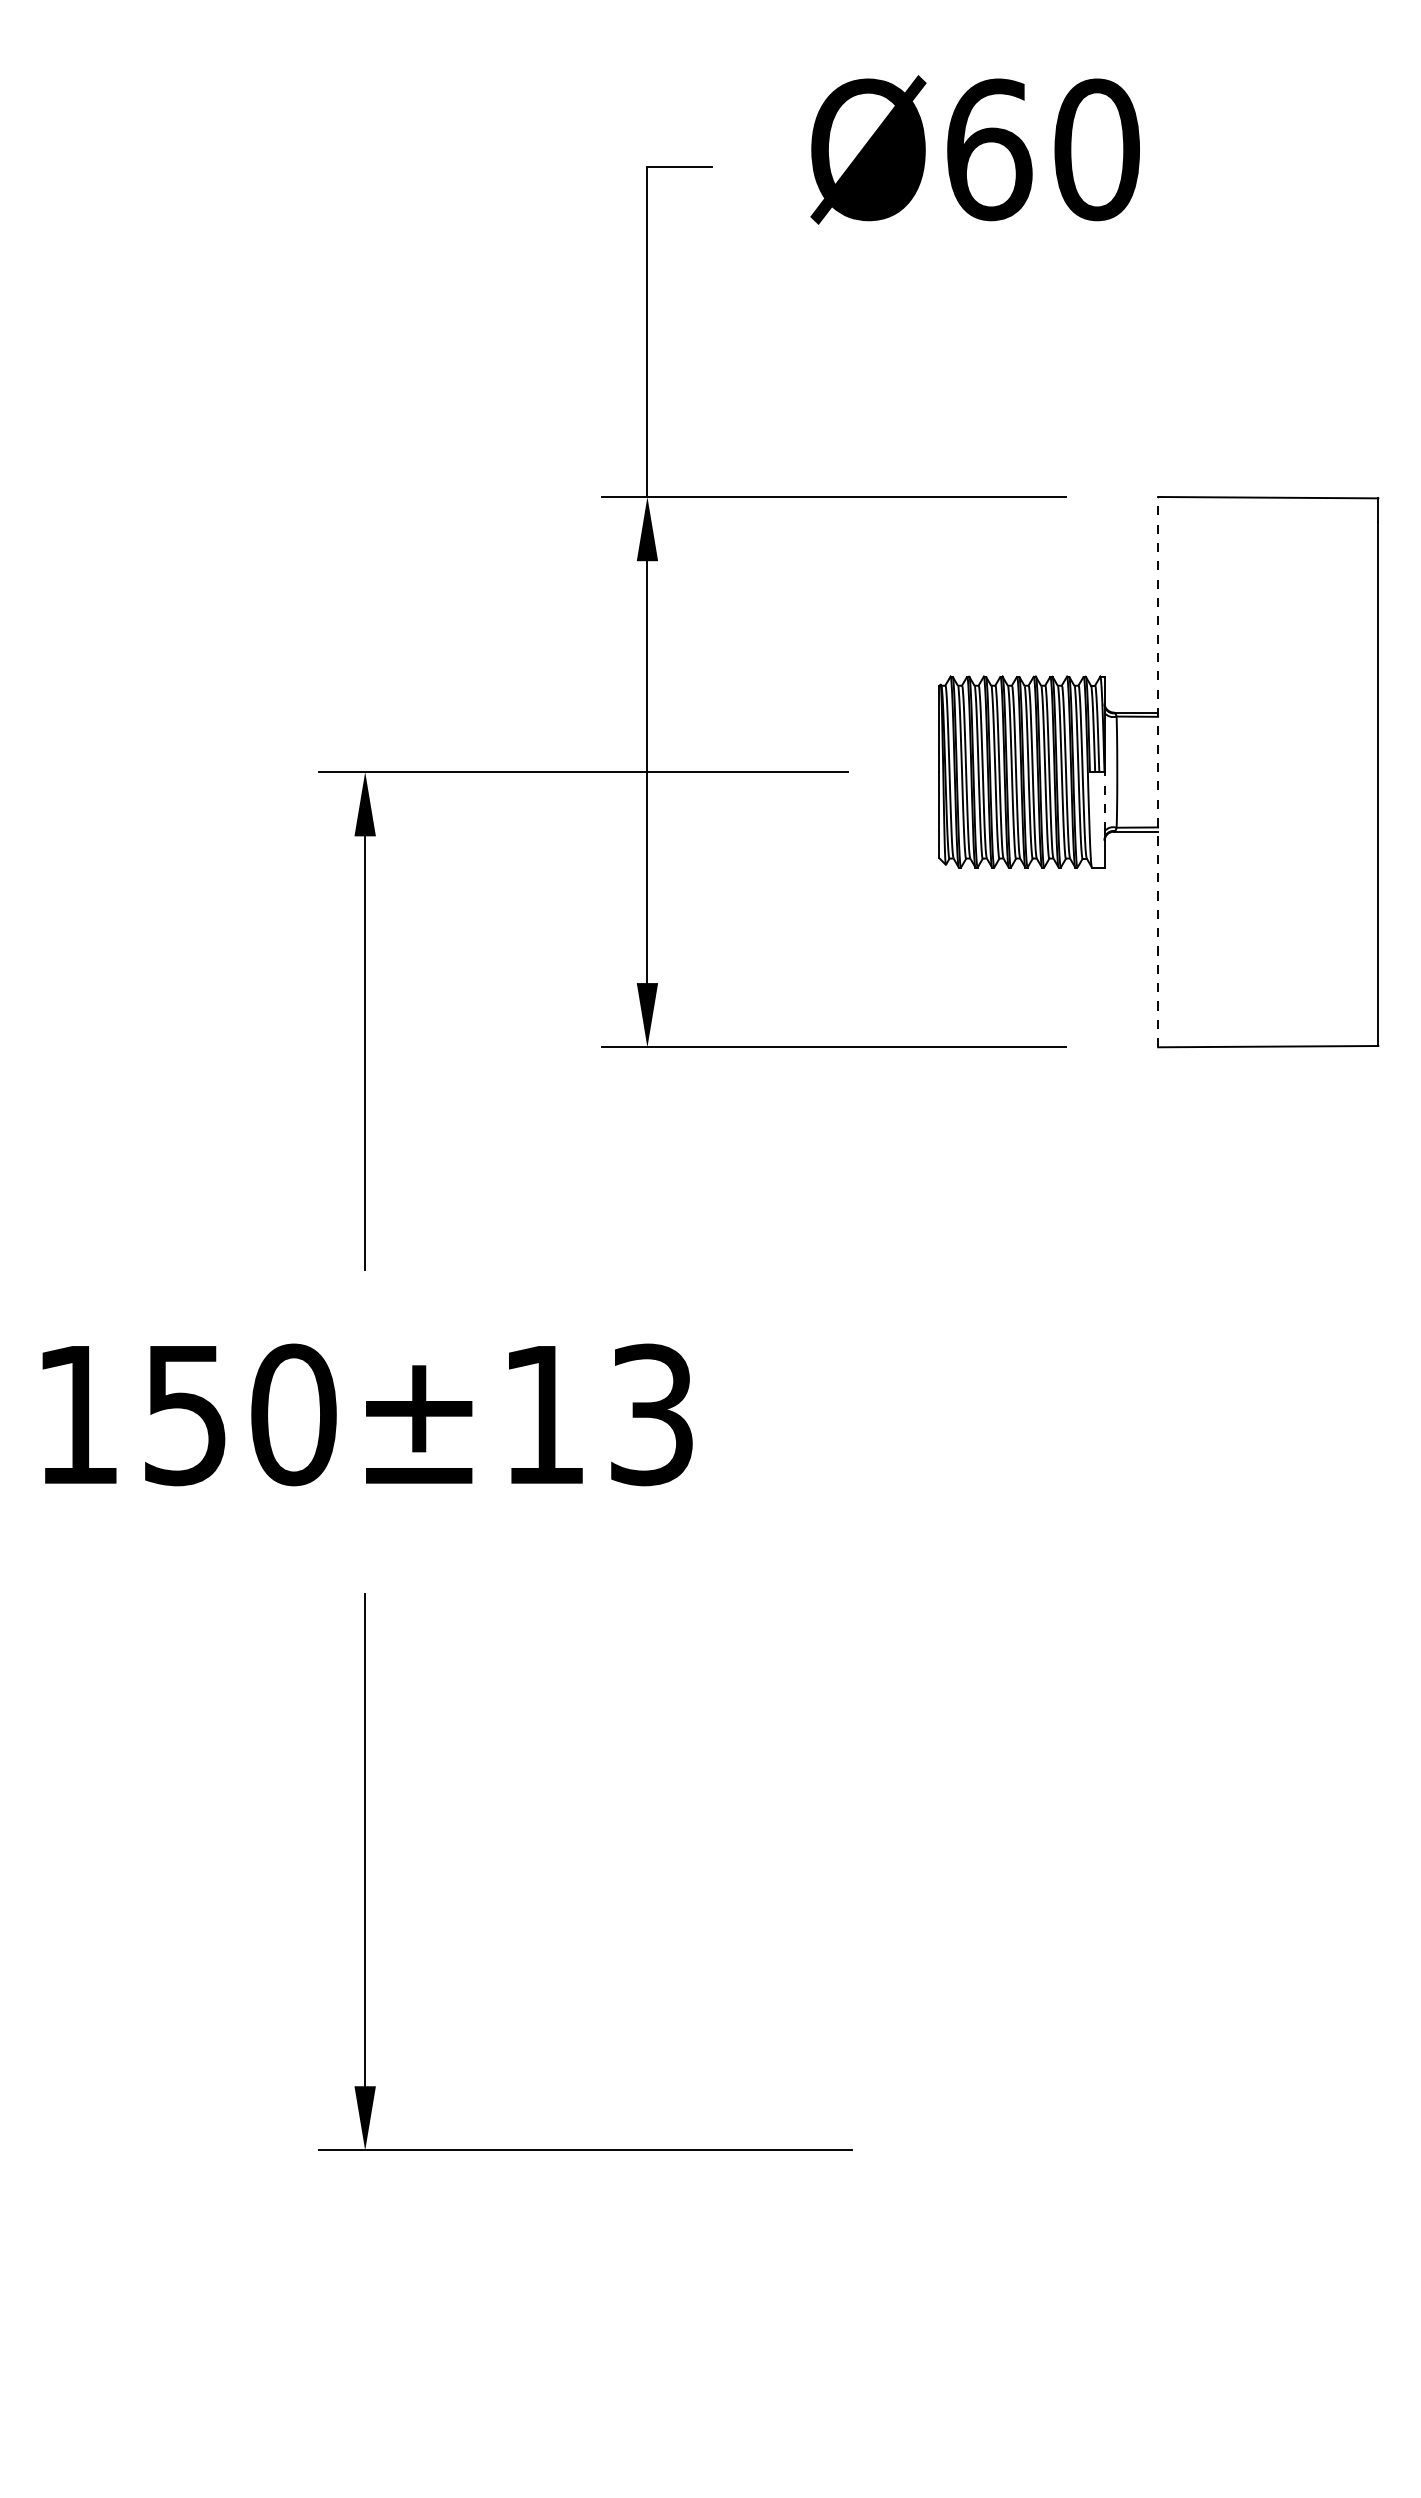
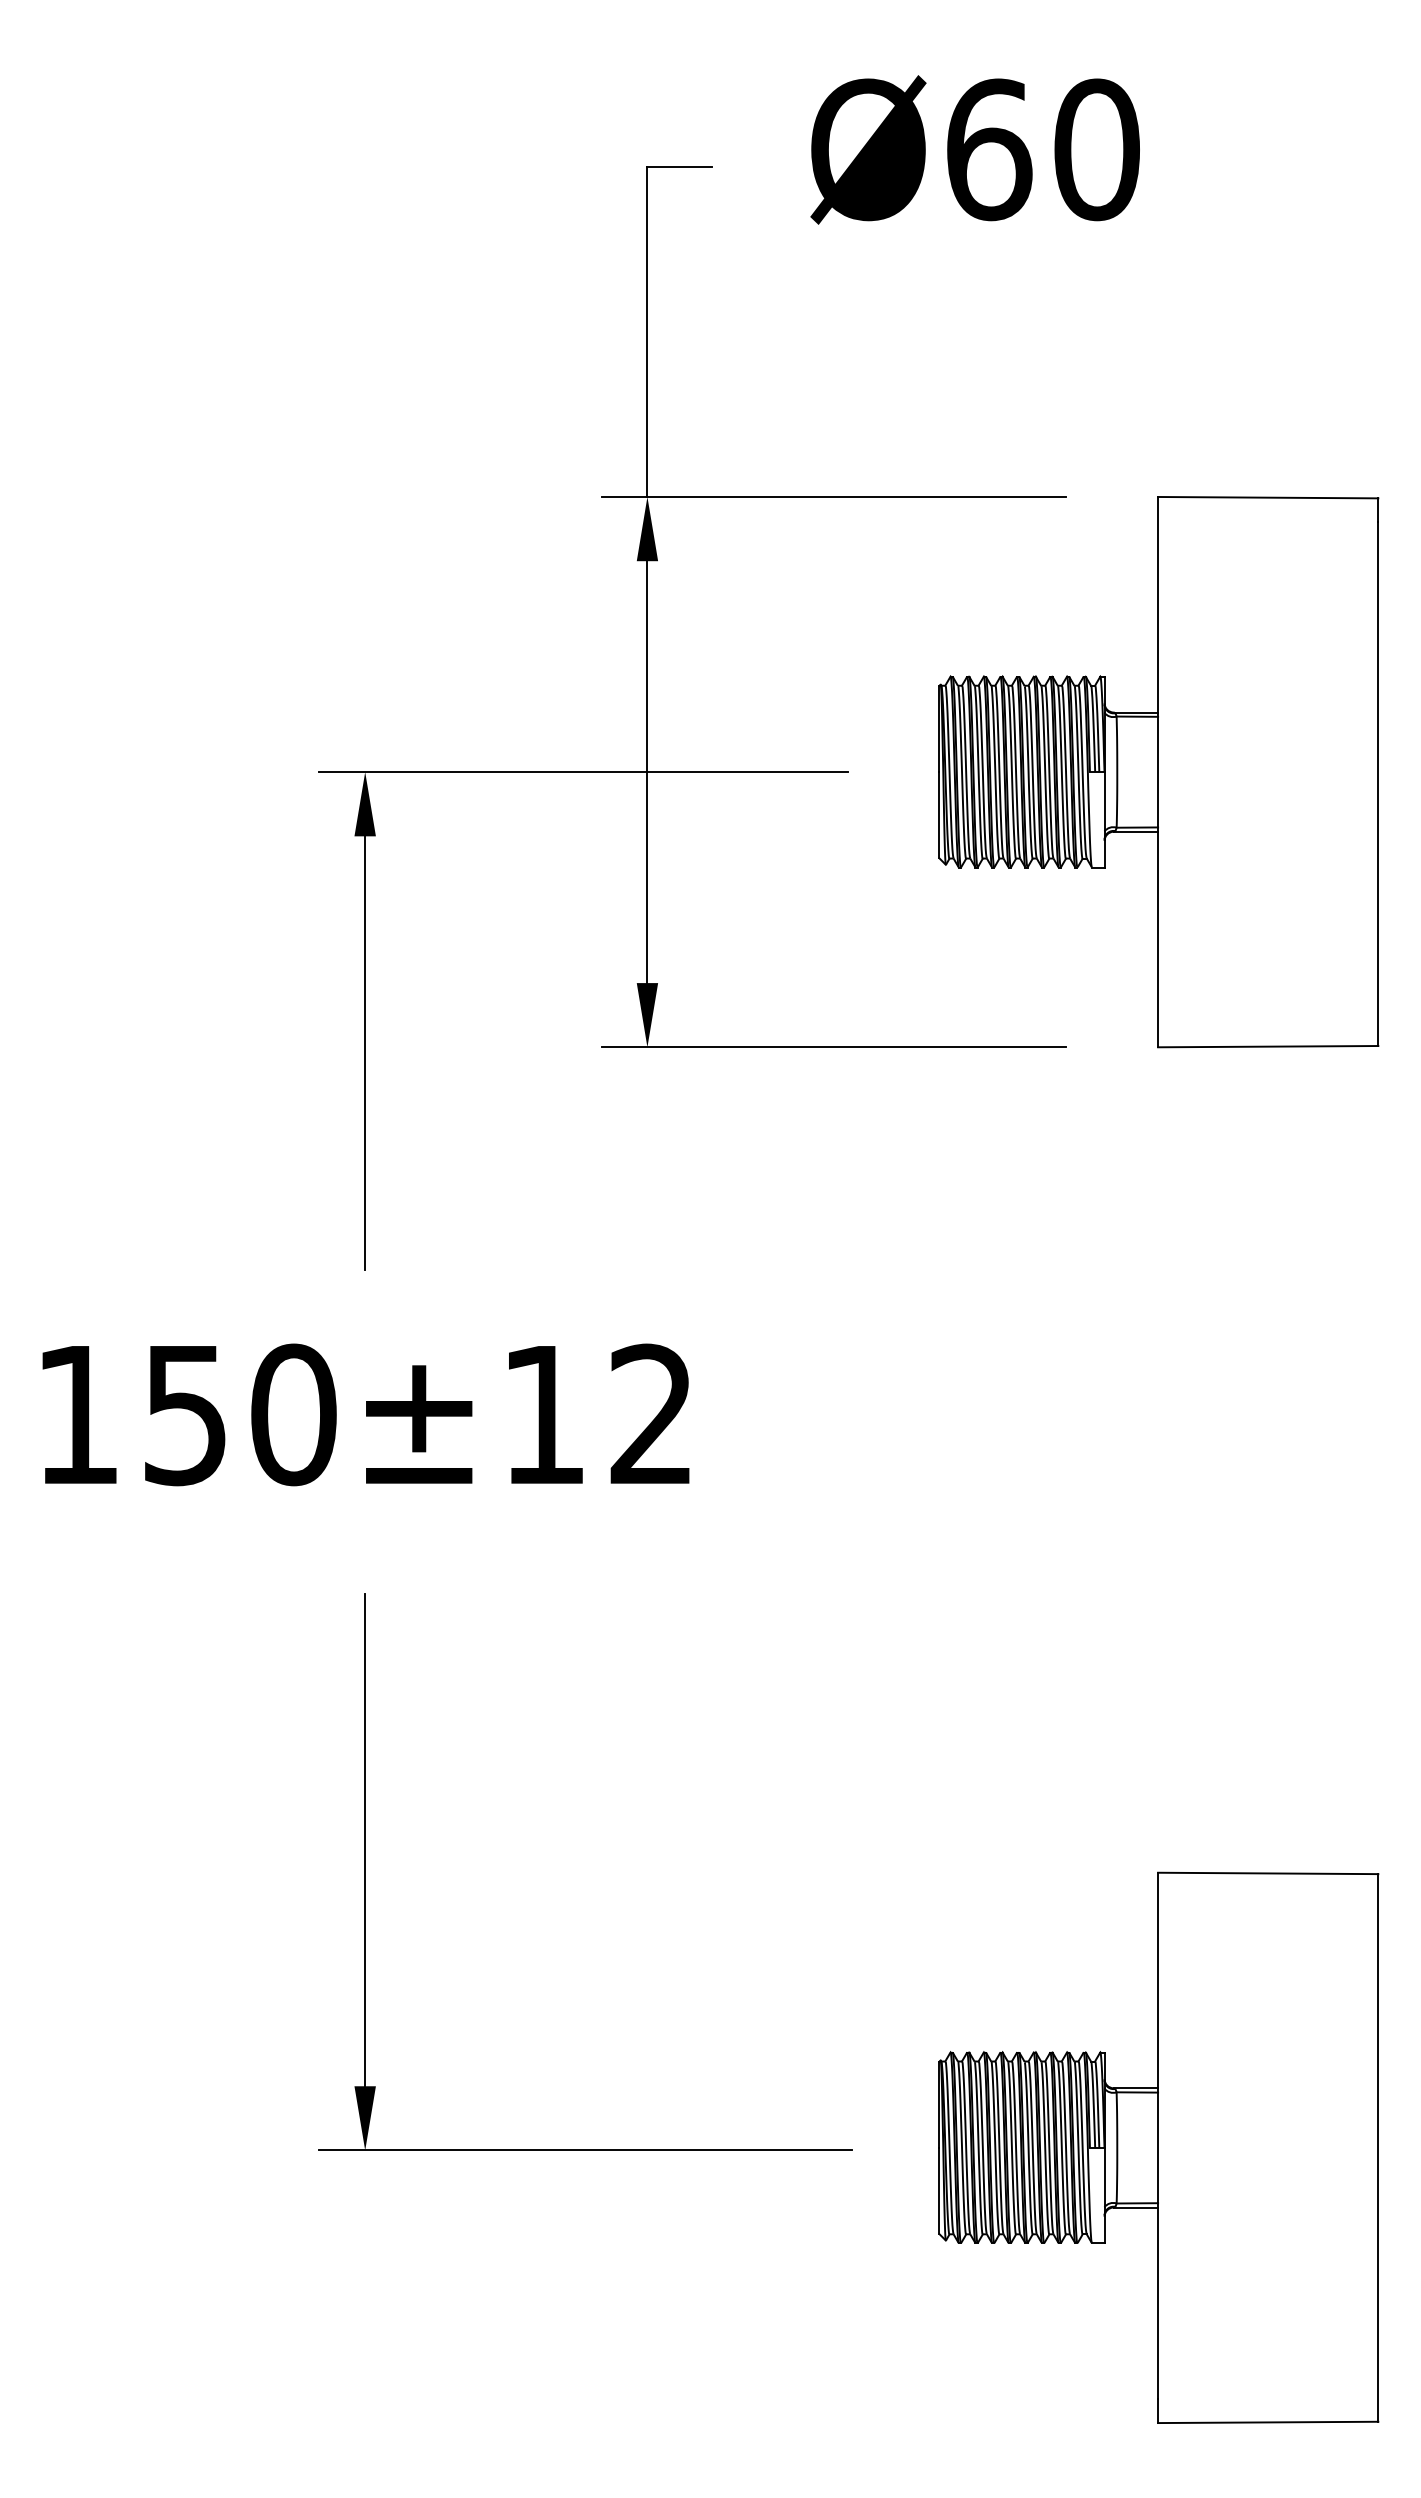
line at (1158, 771): dashed -> solid
line at (1104, 801): dashed -> solid
text at (651, 1414): 150±13 -> 150±12
part at (1158, 2147): none -> present
